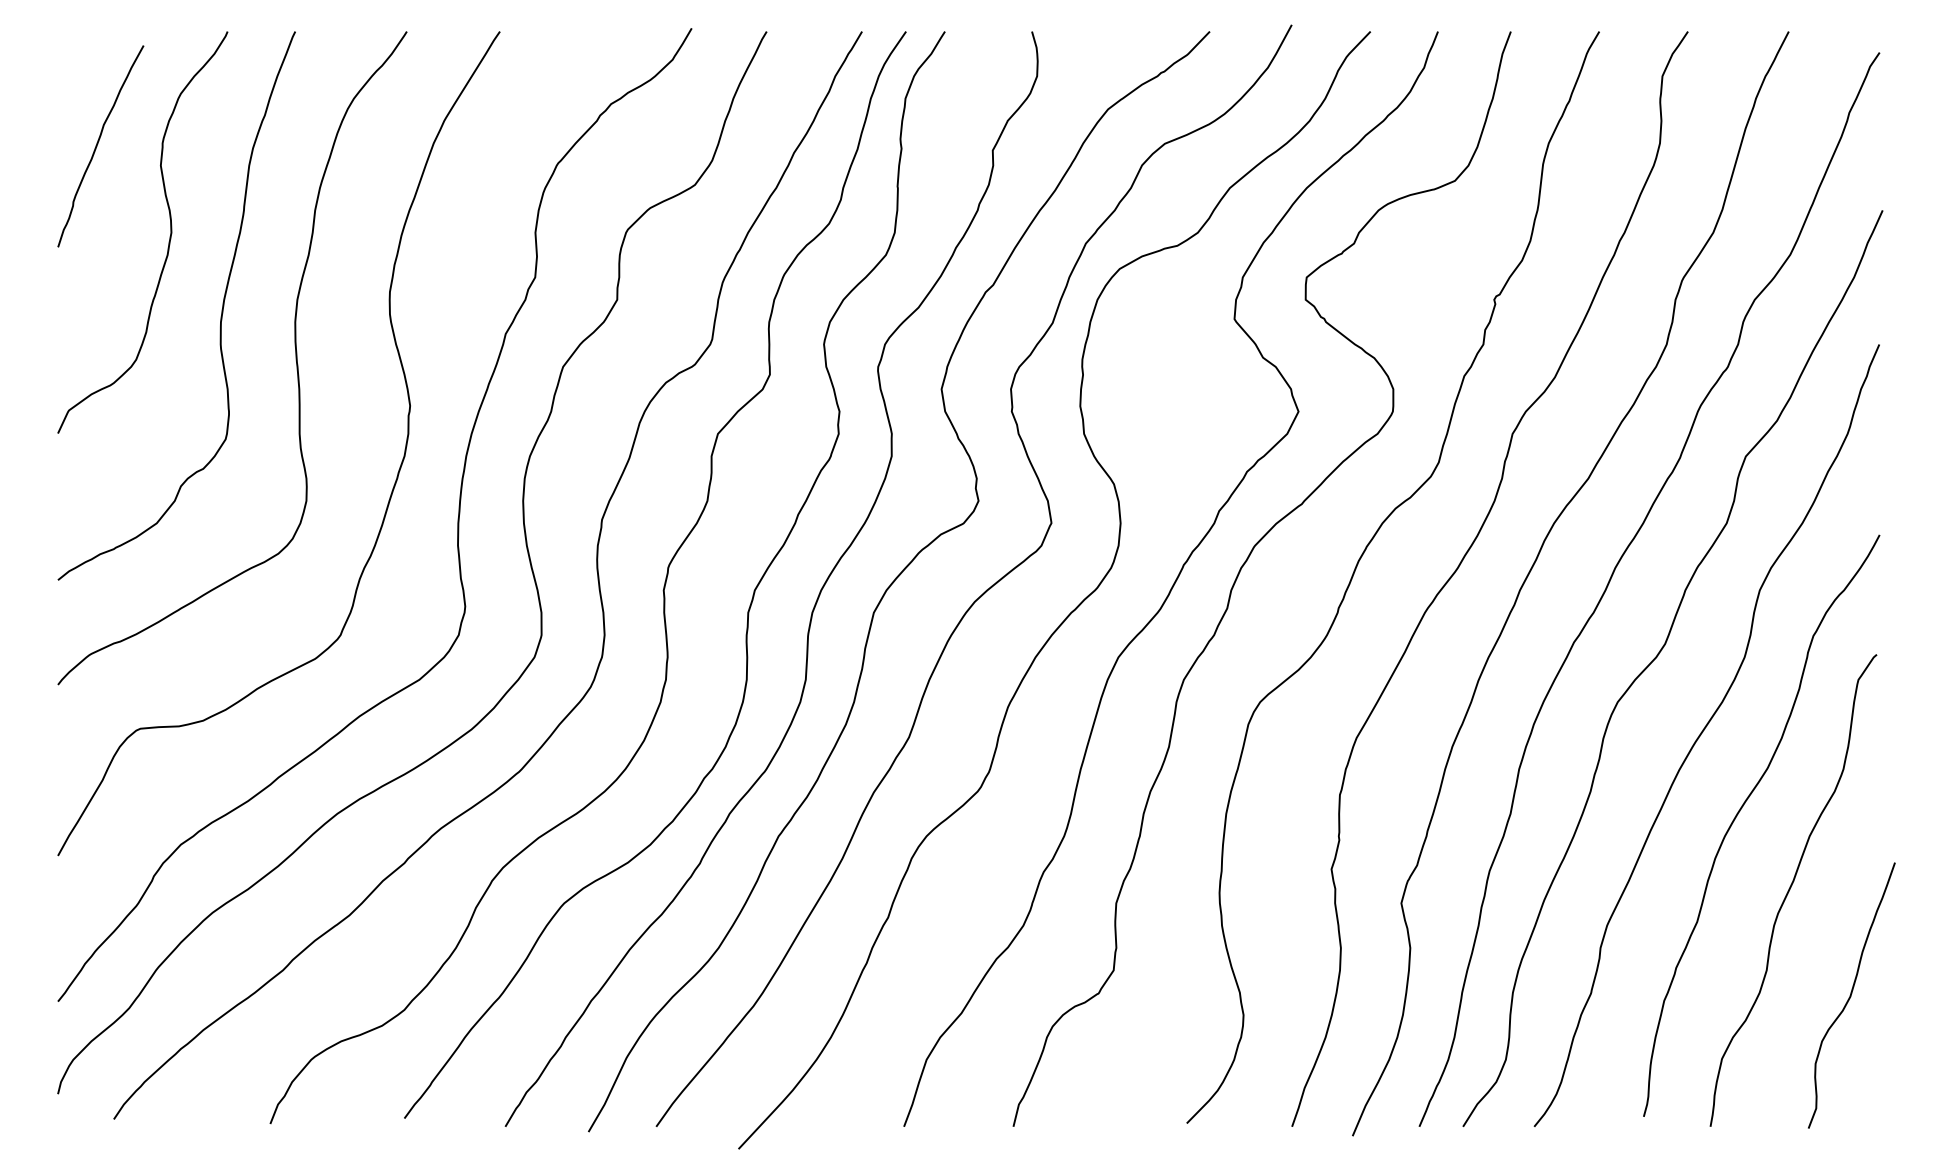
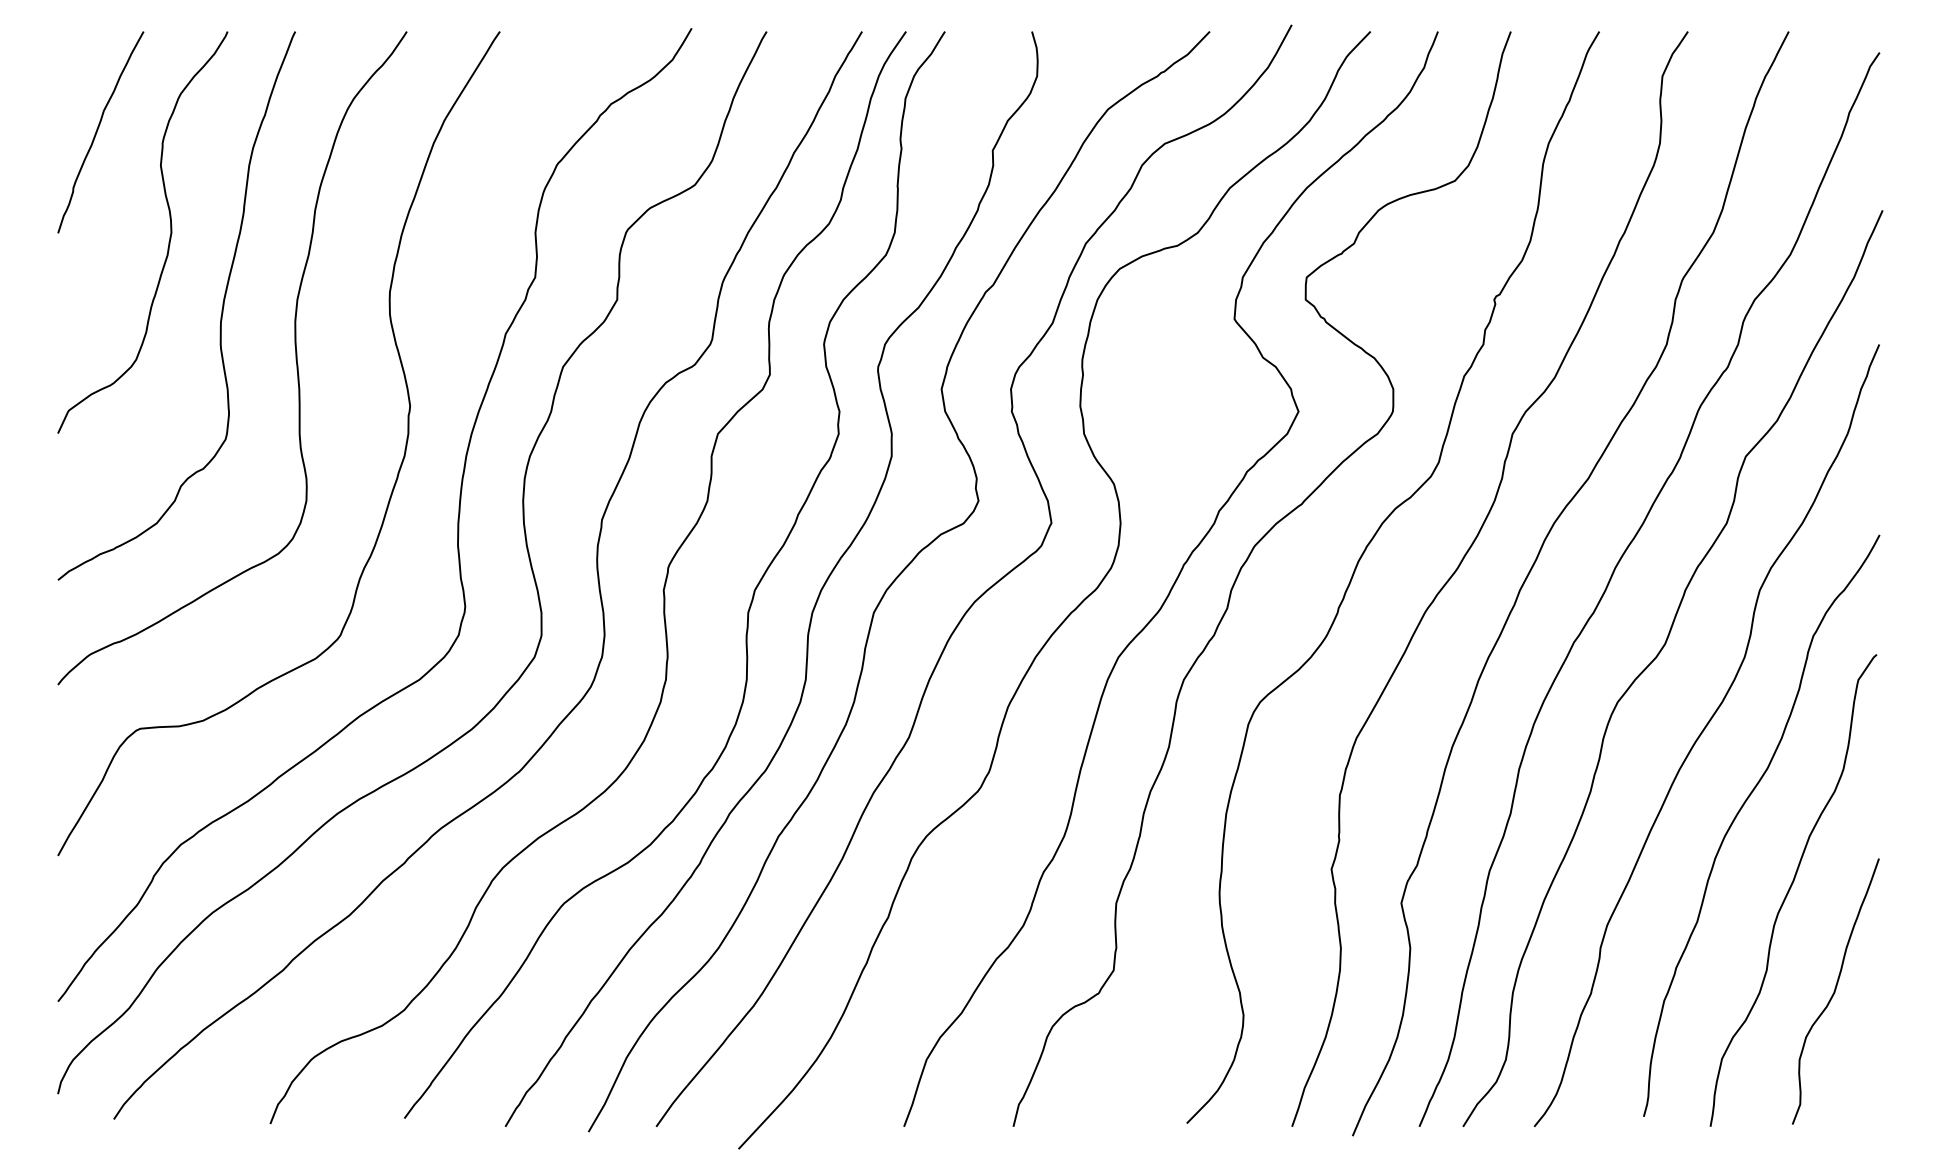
curve at (98, 144) position: (98, 144) -> (98, 130)
curve at (1851, 995) position: (1851, 995) -> (1835, 991)
